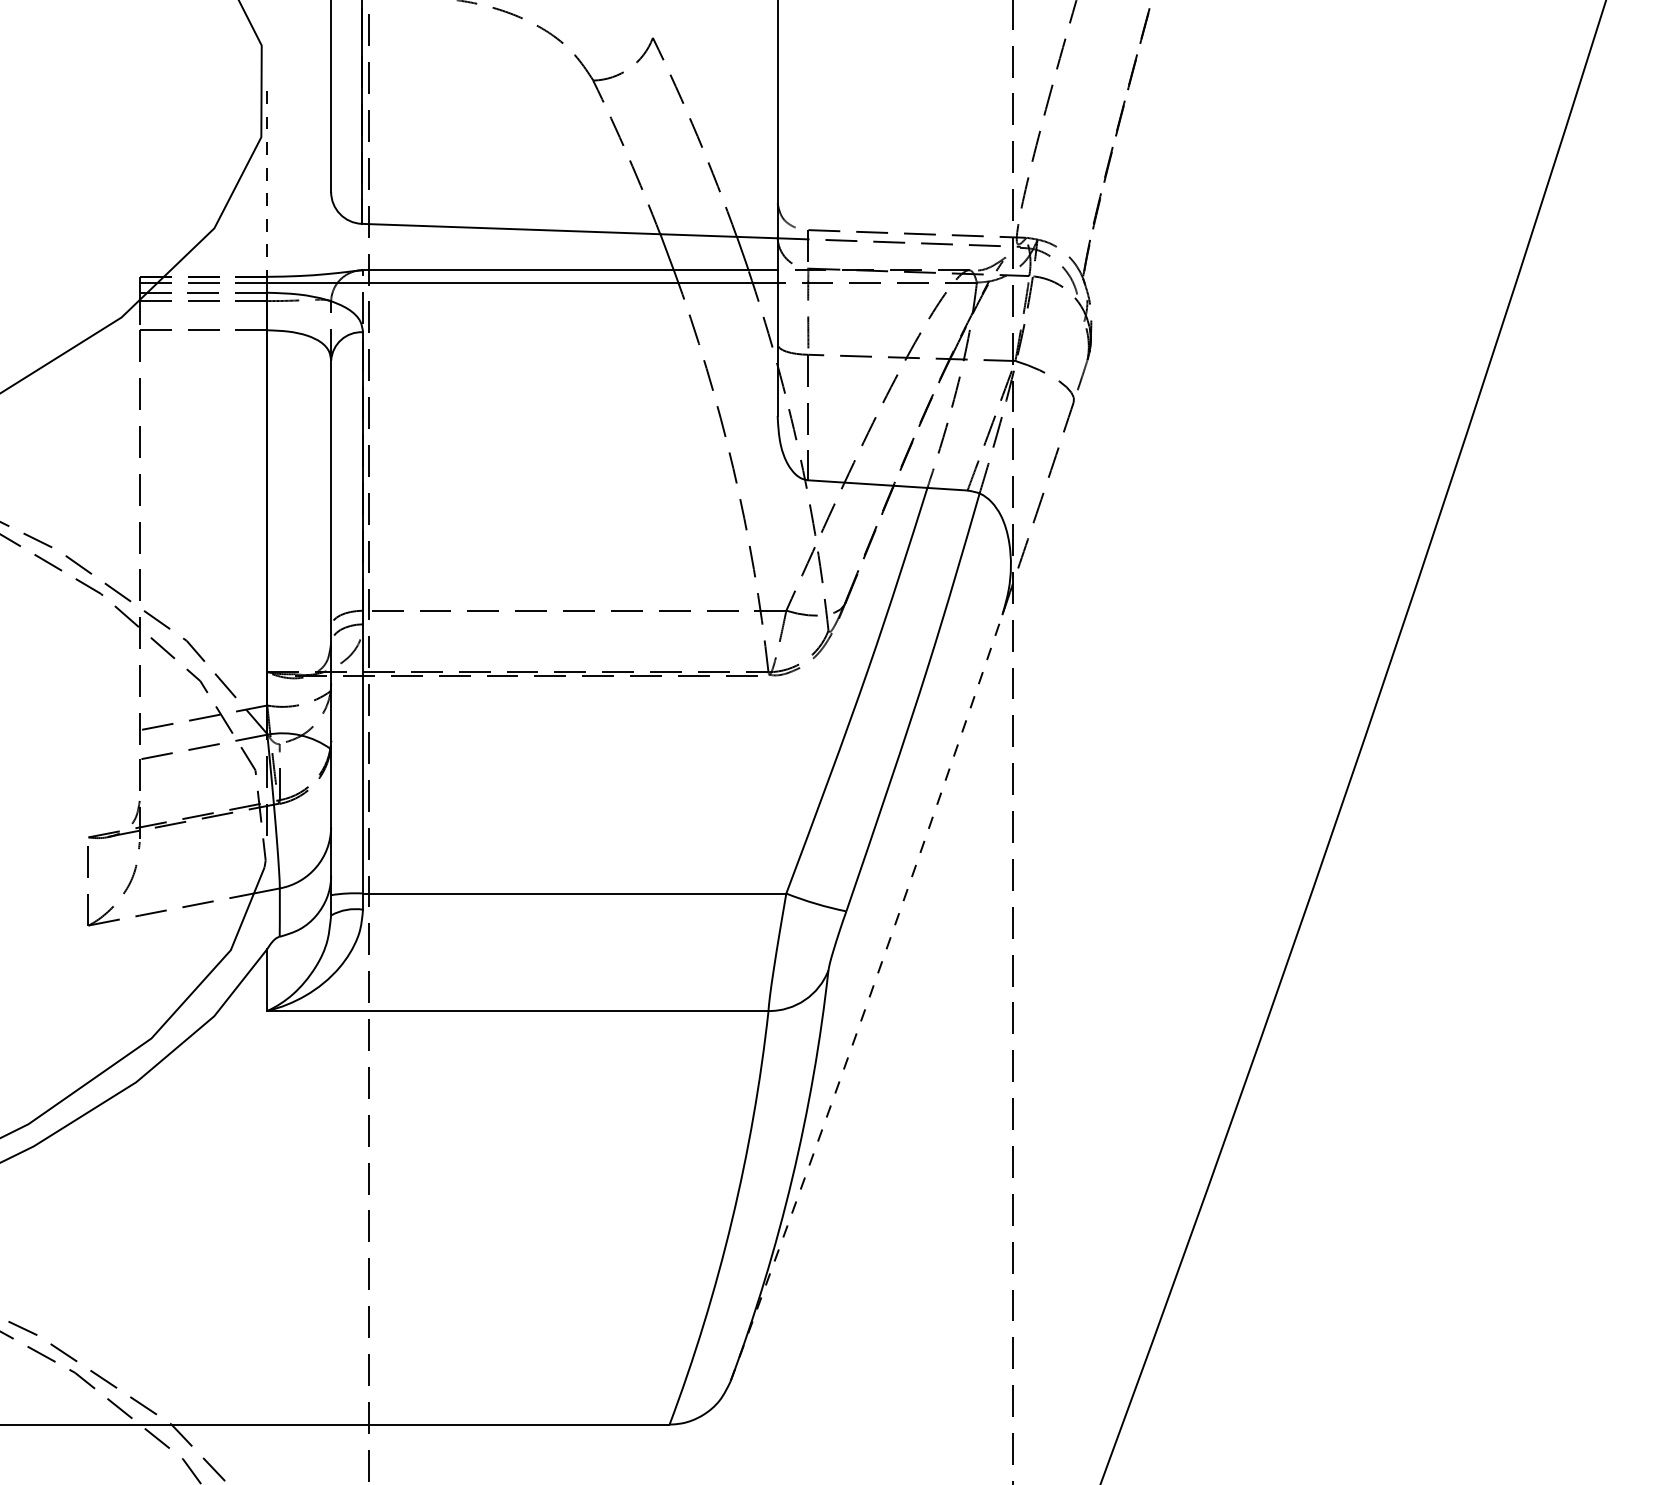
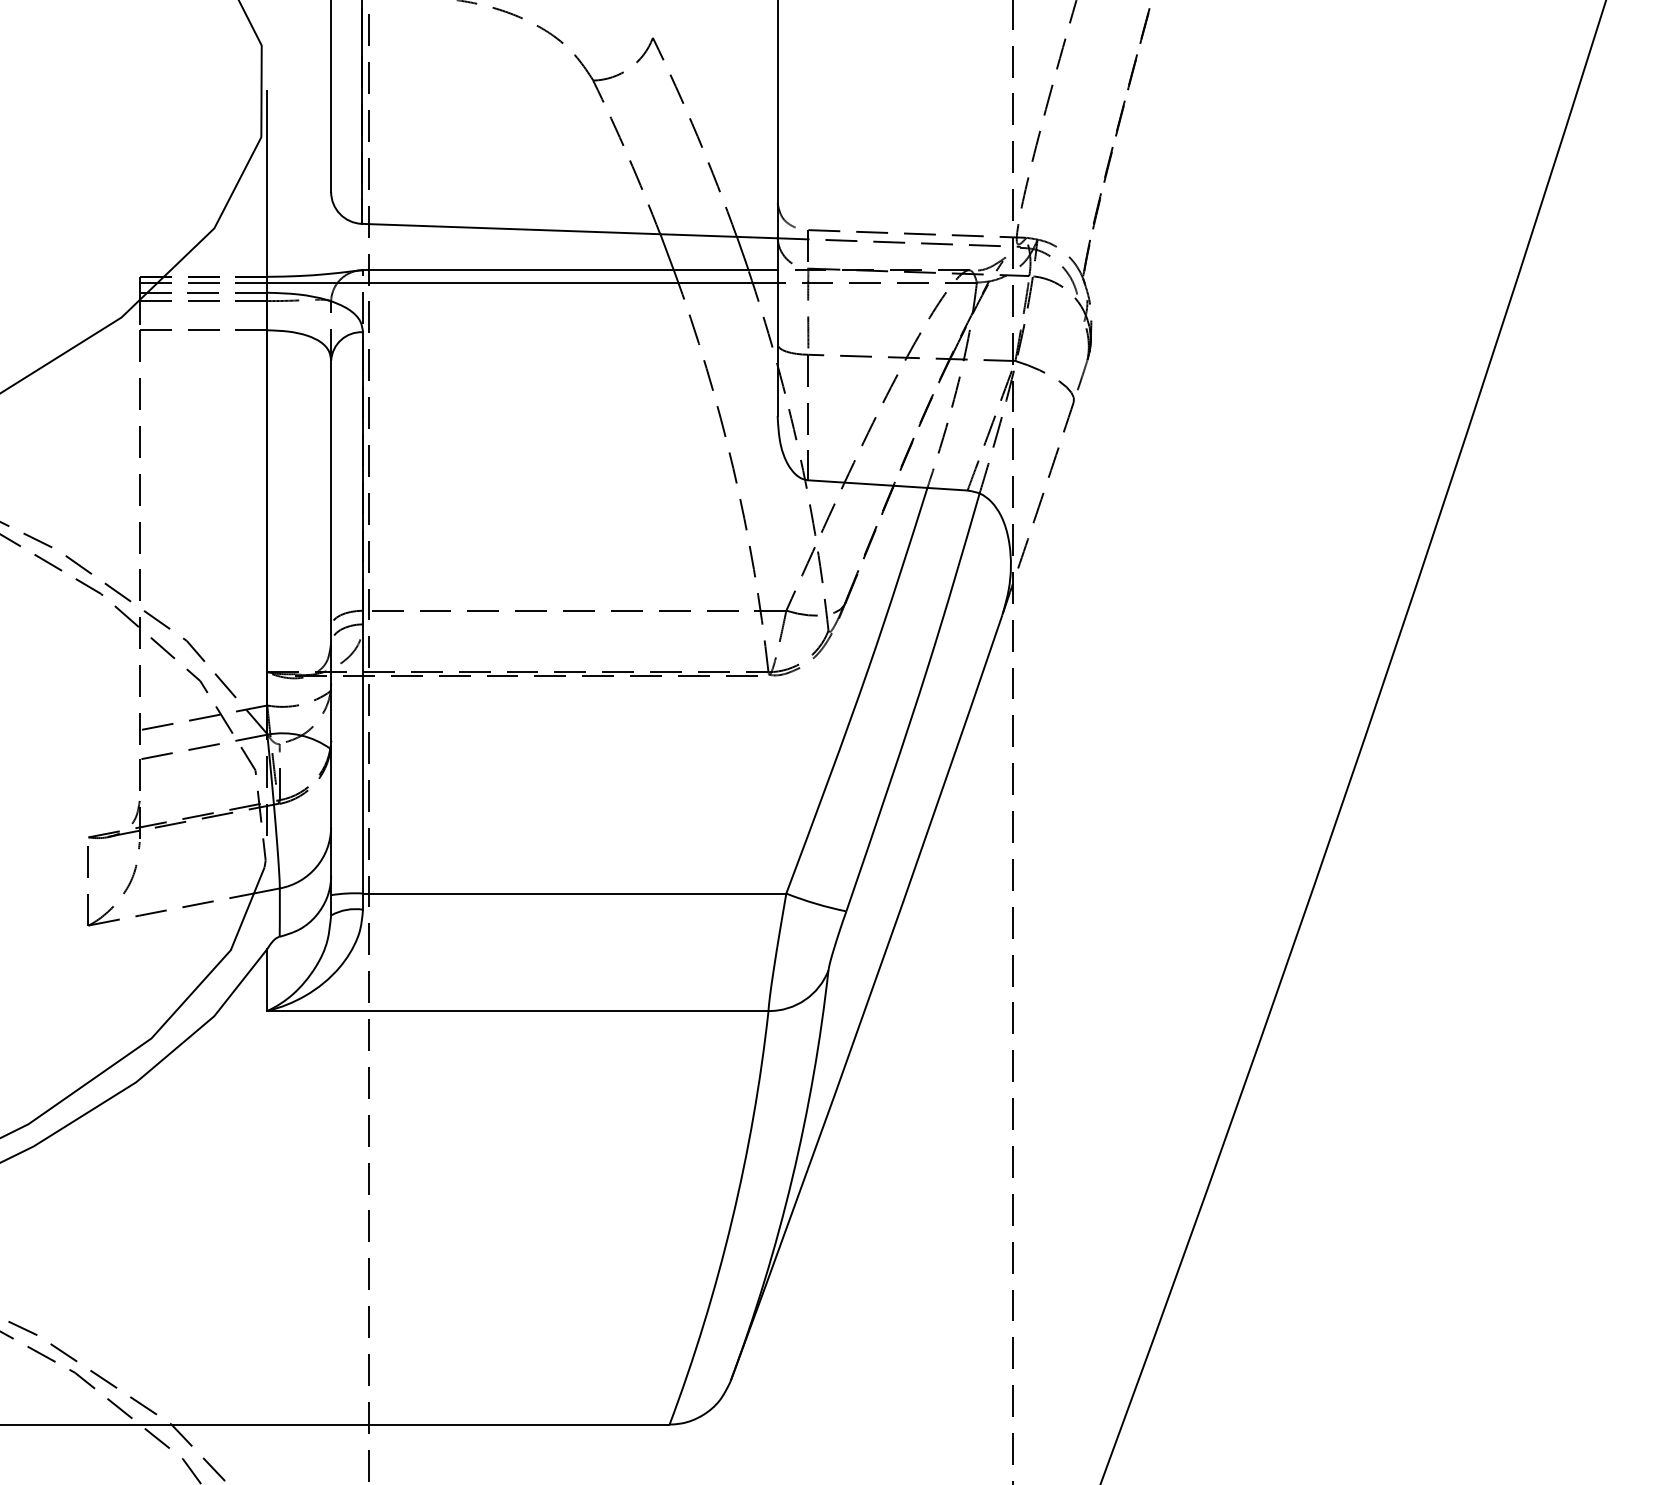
line at (267, 186): dashed -> solid
arc at (868, 999): dashed -> solid
